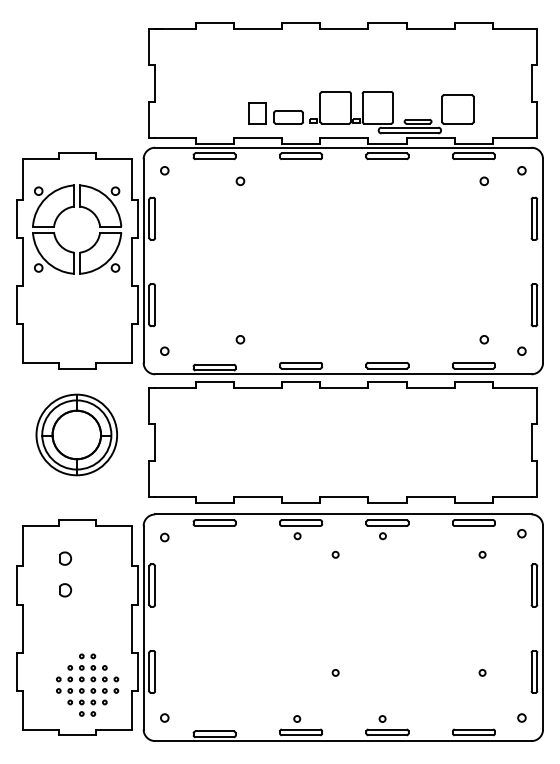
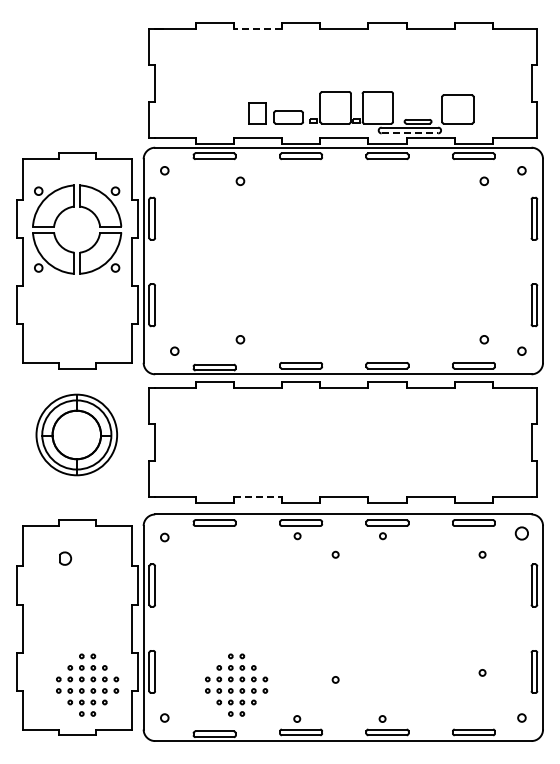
line at (257, 28): solid -> dashed
line at (410, 133): solid -> dashed
circle at (164, 350) position: (164, 350) -> (174, 350)
line at (258, 497): solid -> dashed
circle at (521, 533) size: 10x10 px -> 15x15 px
part at (65, 590): present -> none
circle at (335, 672) position: (335, 672) -> (335, 679)
part at (236, 684): none -> present
